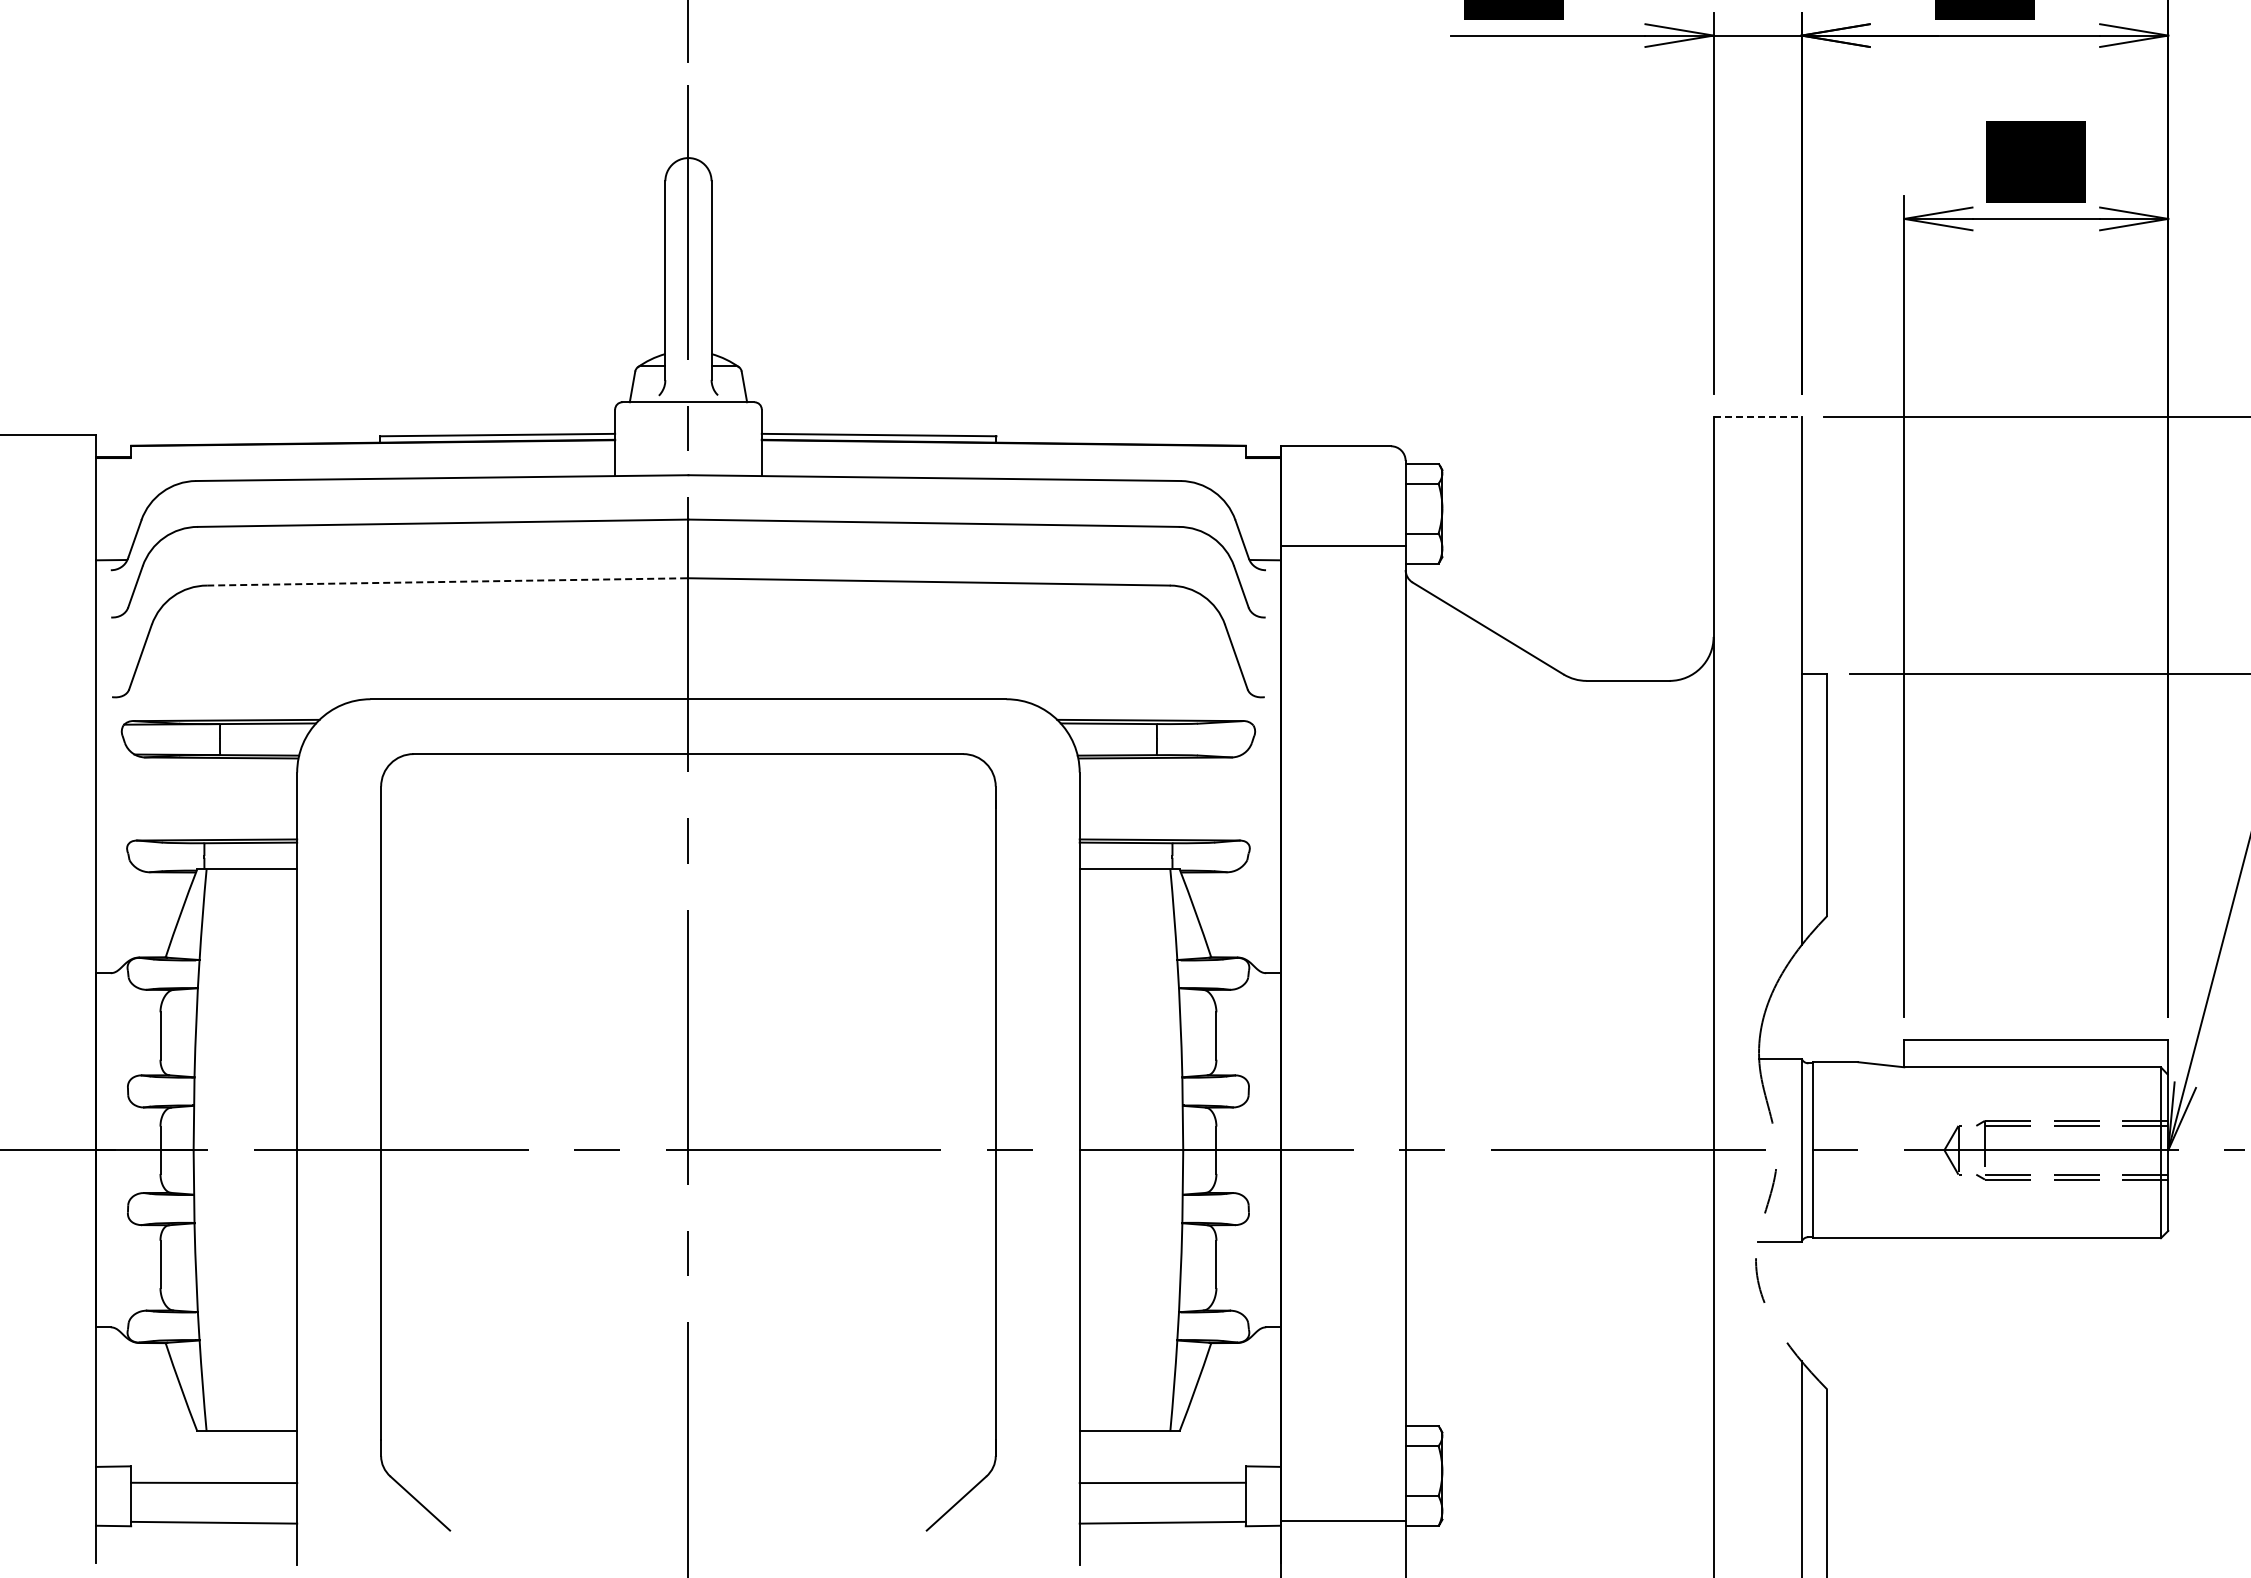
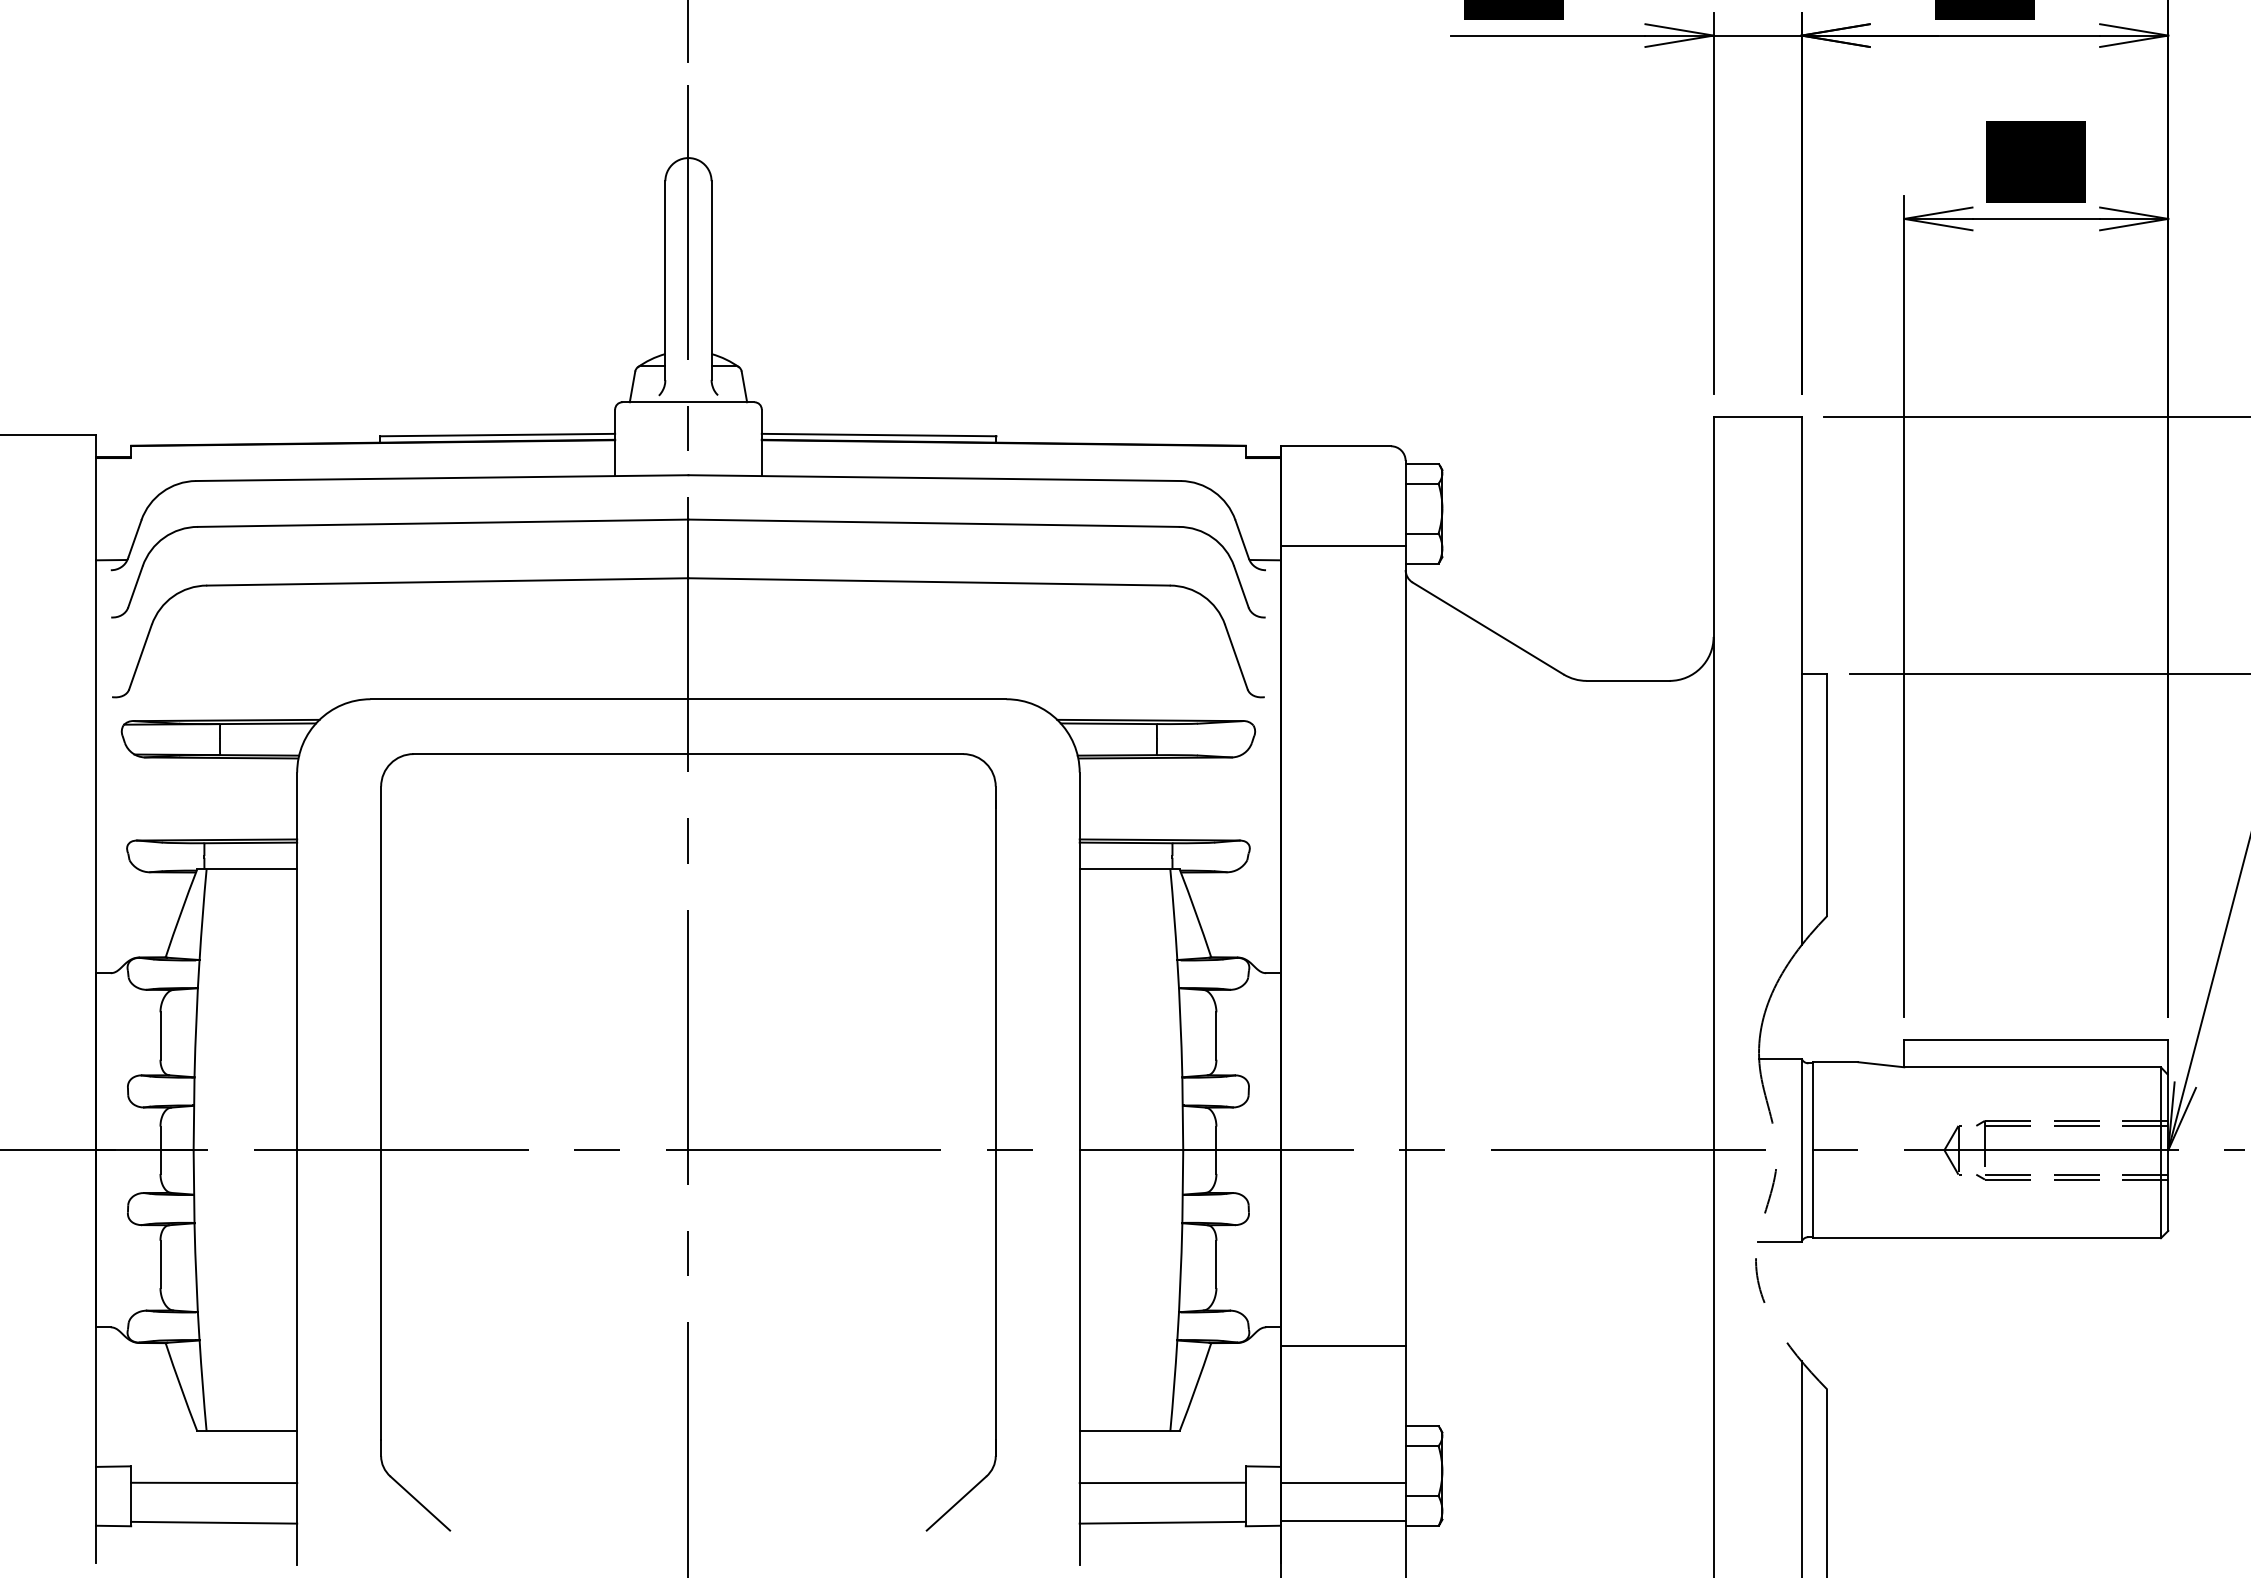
line at (1757, 416): dashed -> solid
line at (447, 581): dashed -> solid
line at (1342, 1346): none -> present
line at (1342, 1482): none -> present
